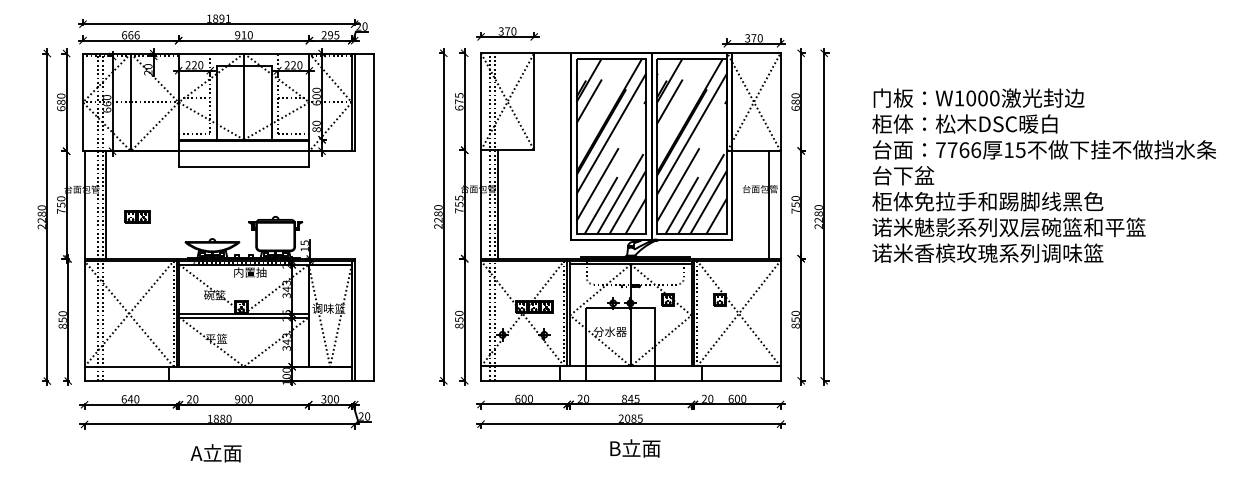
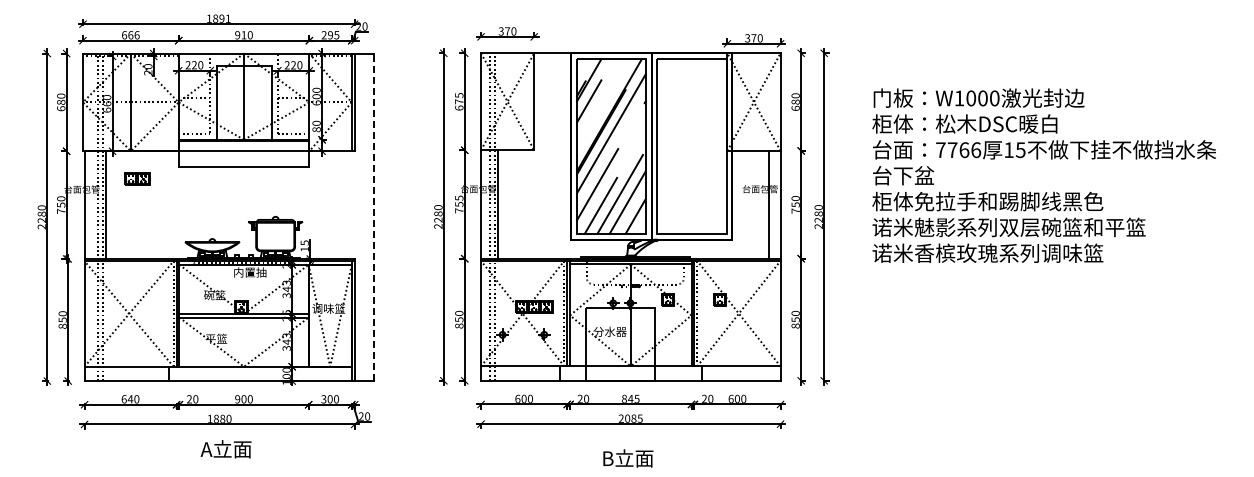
hatch at (691, 146): present -> none
part at (137, 216) position: (137, 216) -> (137, 178)
line at (374, 217): solid -> dashed
text at (635, 448) position: (635, 448) -> (628, 458)
text at (215, 453) position: (215, 453) -> (225, 449)
